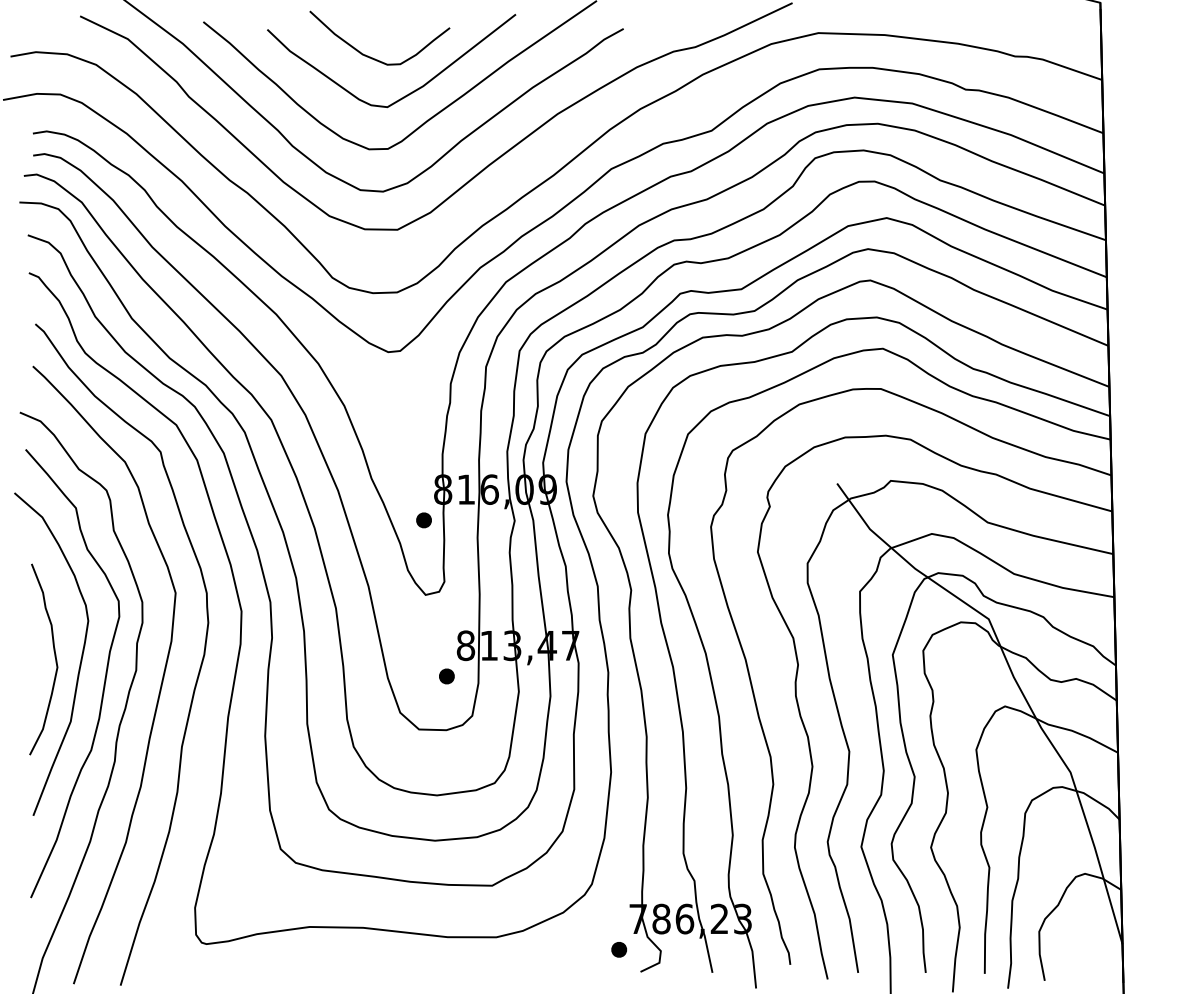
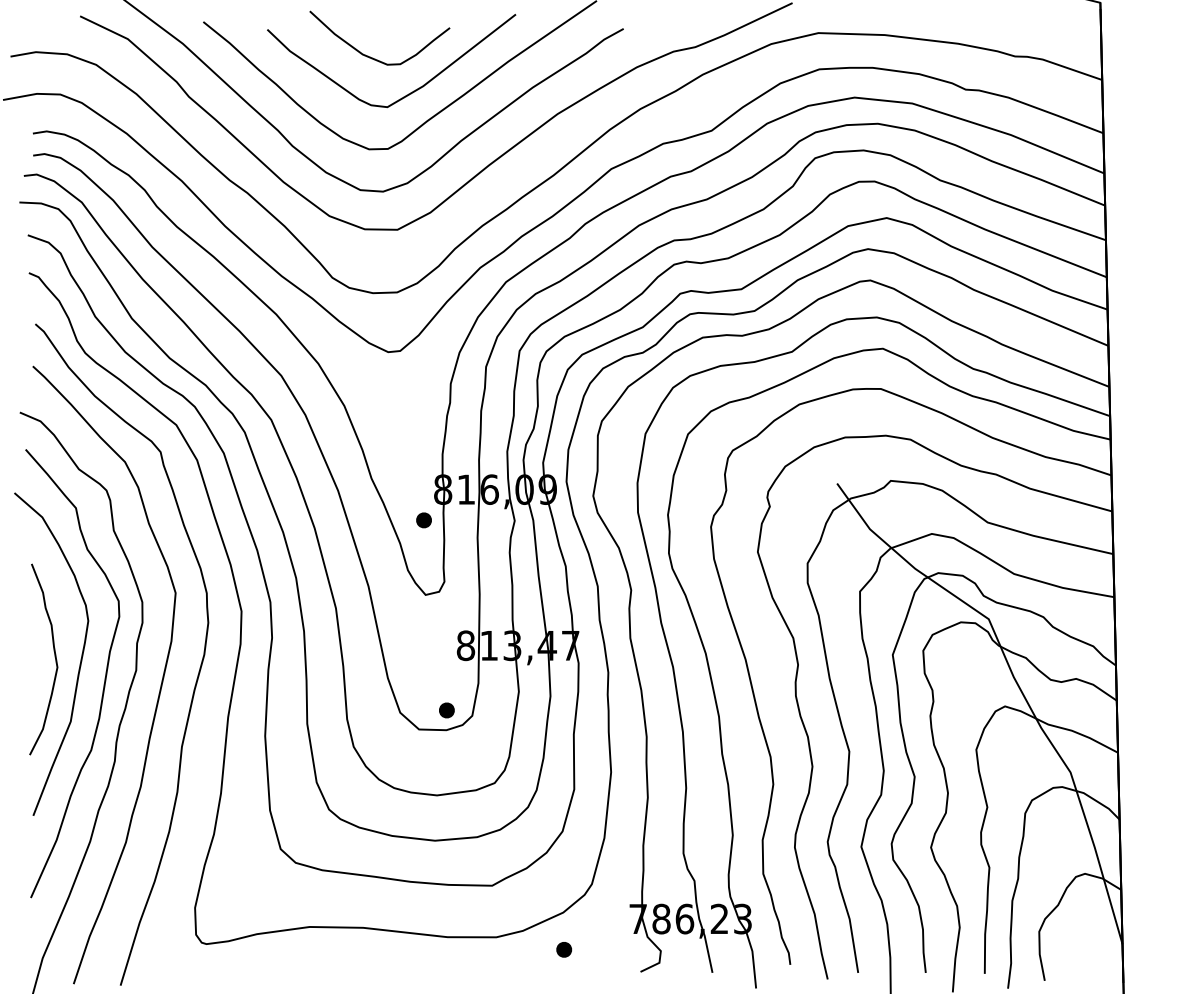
part at (446, 676) position: (446, 676) -> (446, 710)
part at (619, 949) position: (619, 949) -> (564, 949)
